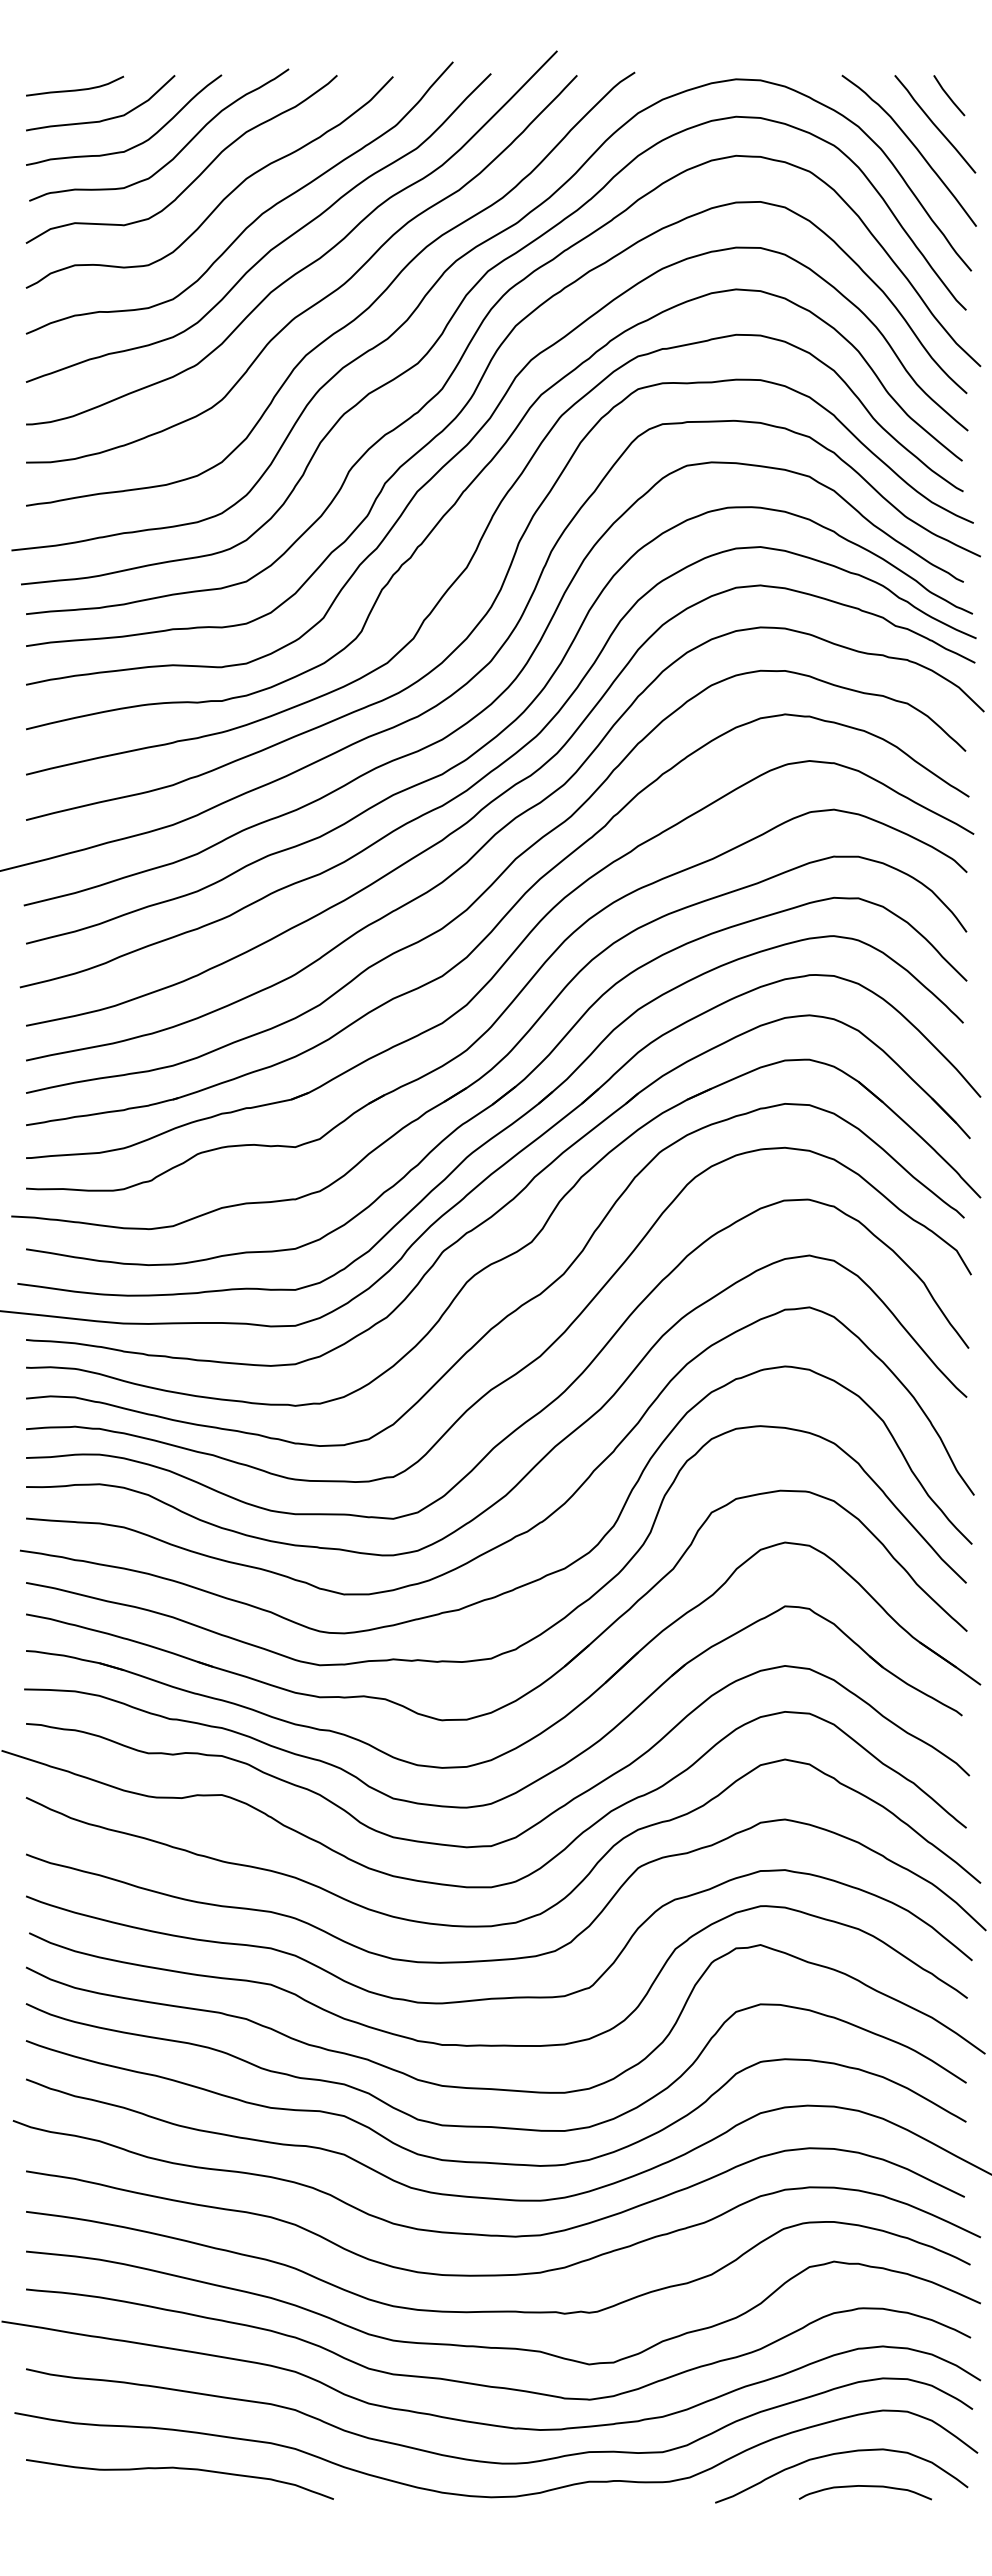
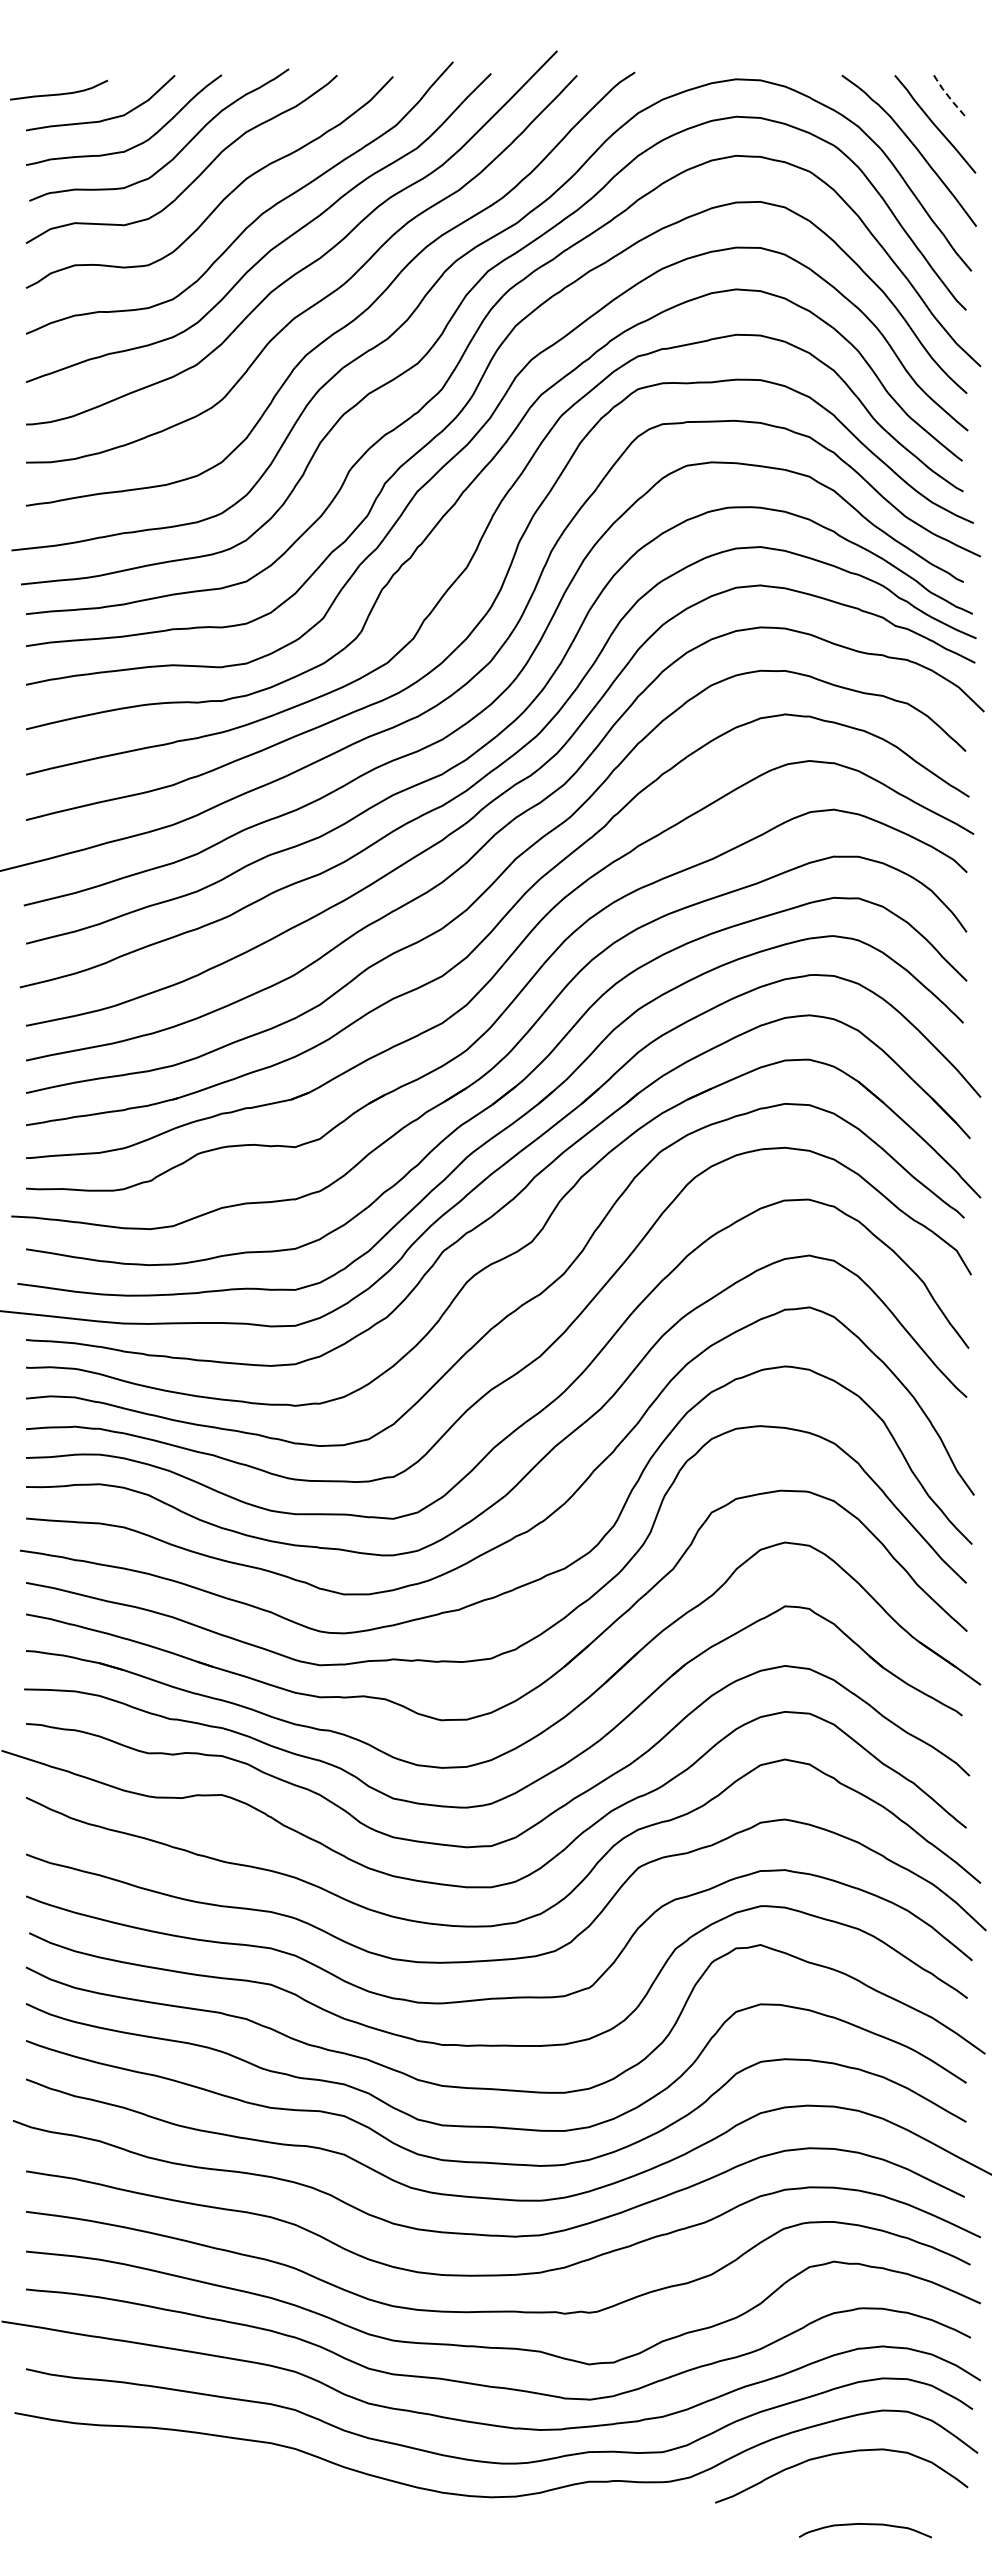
curve at (75, 89) position: (75, 89) -> (59, 93)
line at (948, 96): solid -> dashed
curve at (179, 2469): present -> none
curve at (864, 2486) position: (864, 2486) -> (864, 2524)
